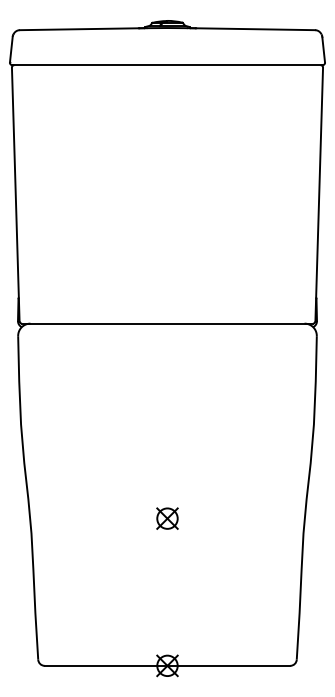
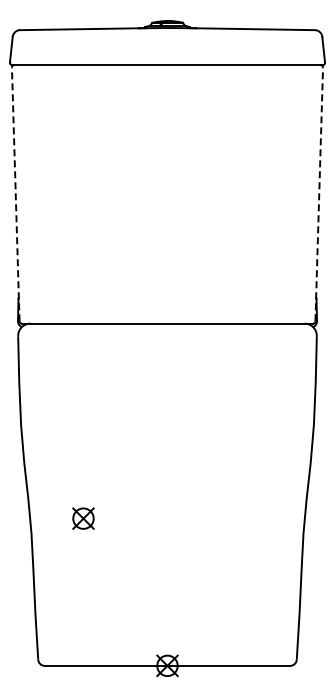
line at (15, 194): solid -> dashed
line at (319, 194): solid -> dashed
part at (167, 518) position: (167, 518) -> (83, 518)
